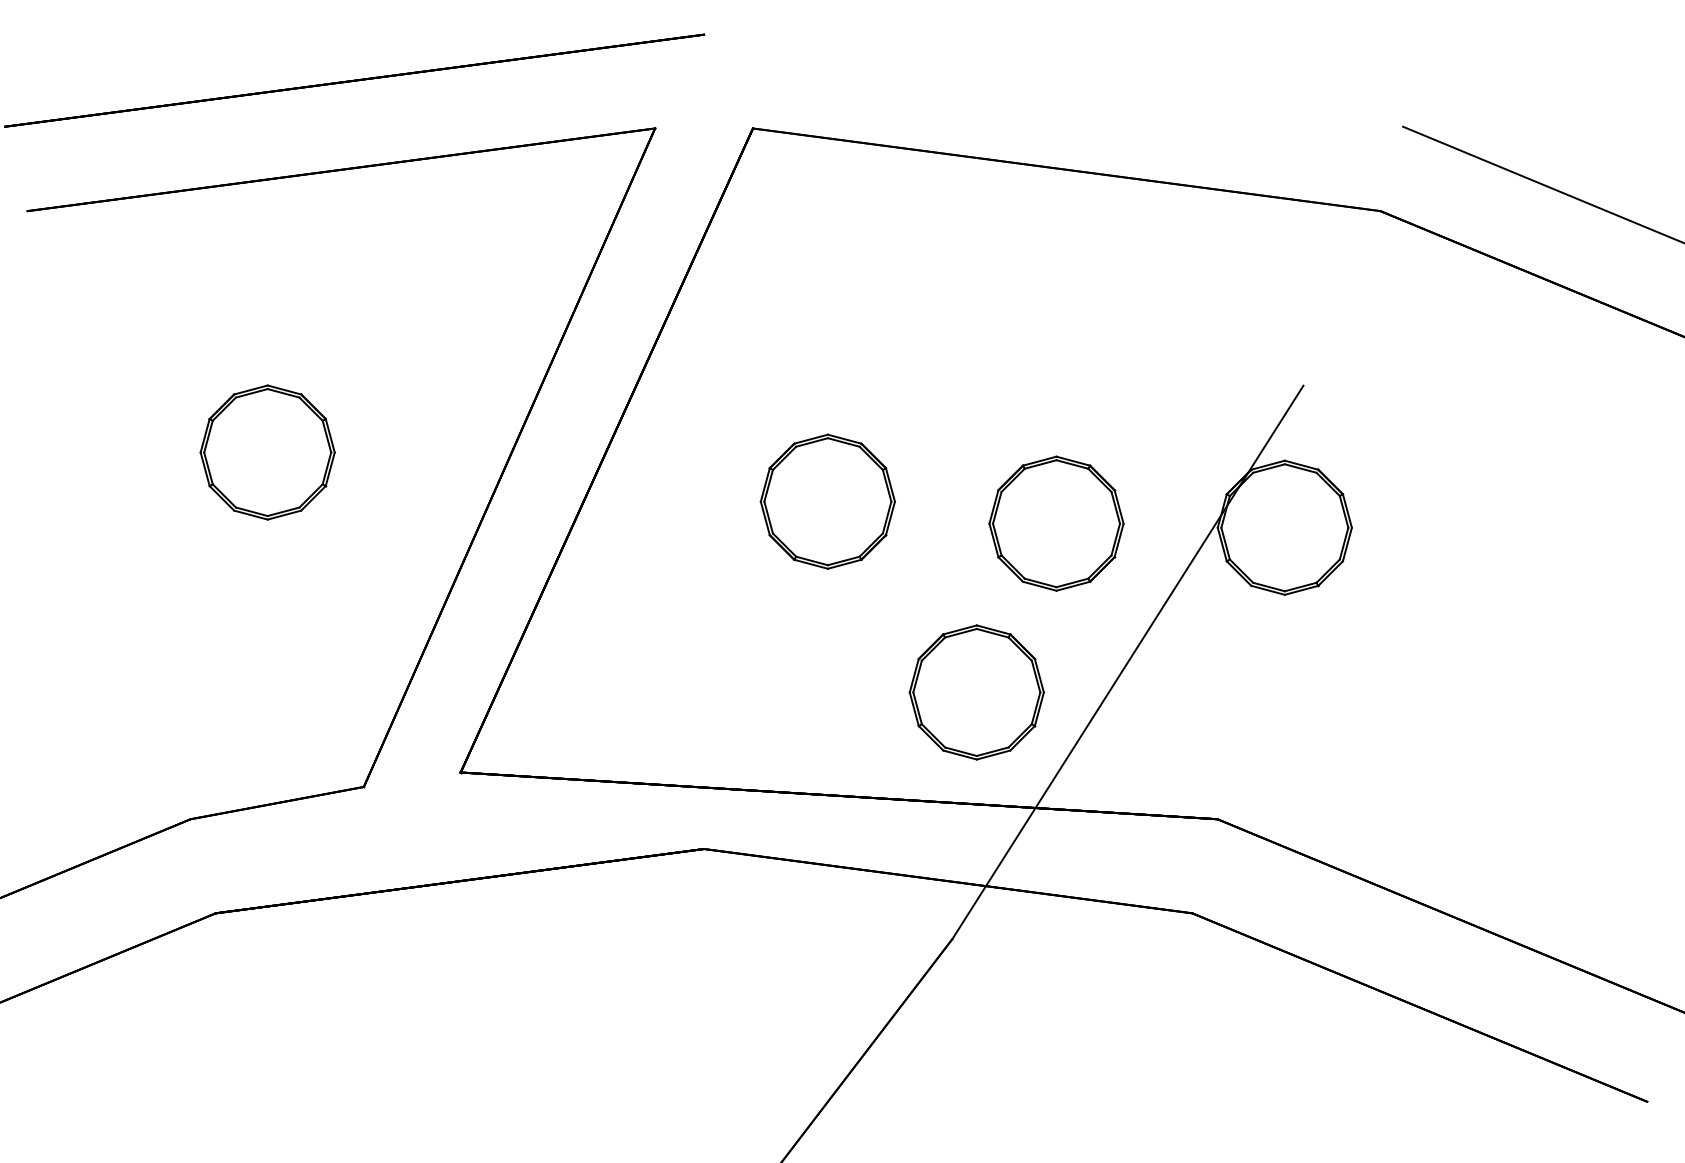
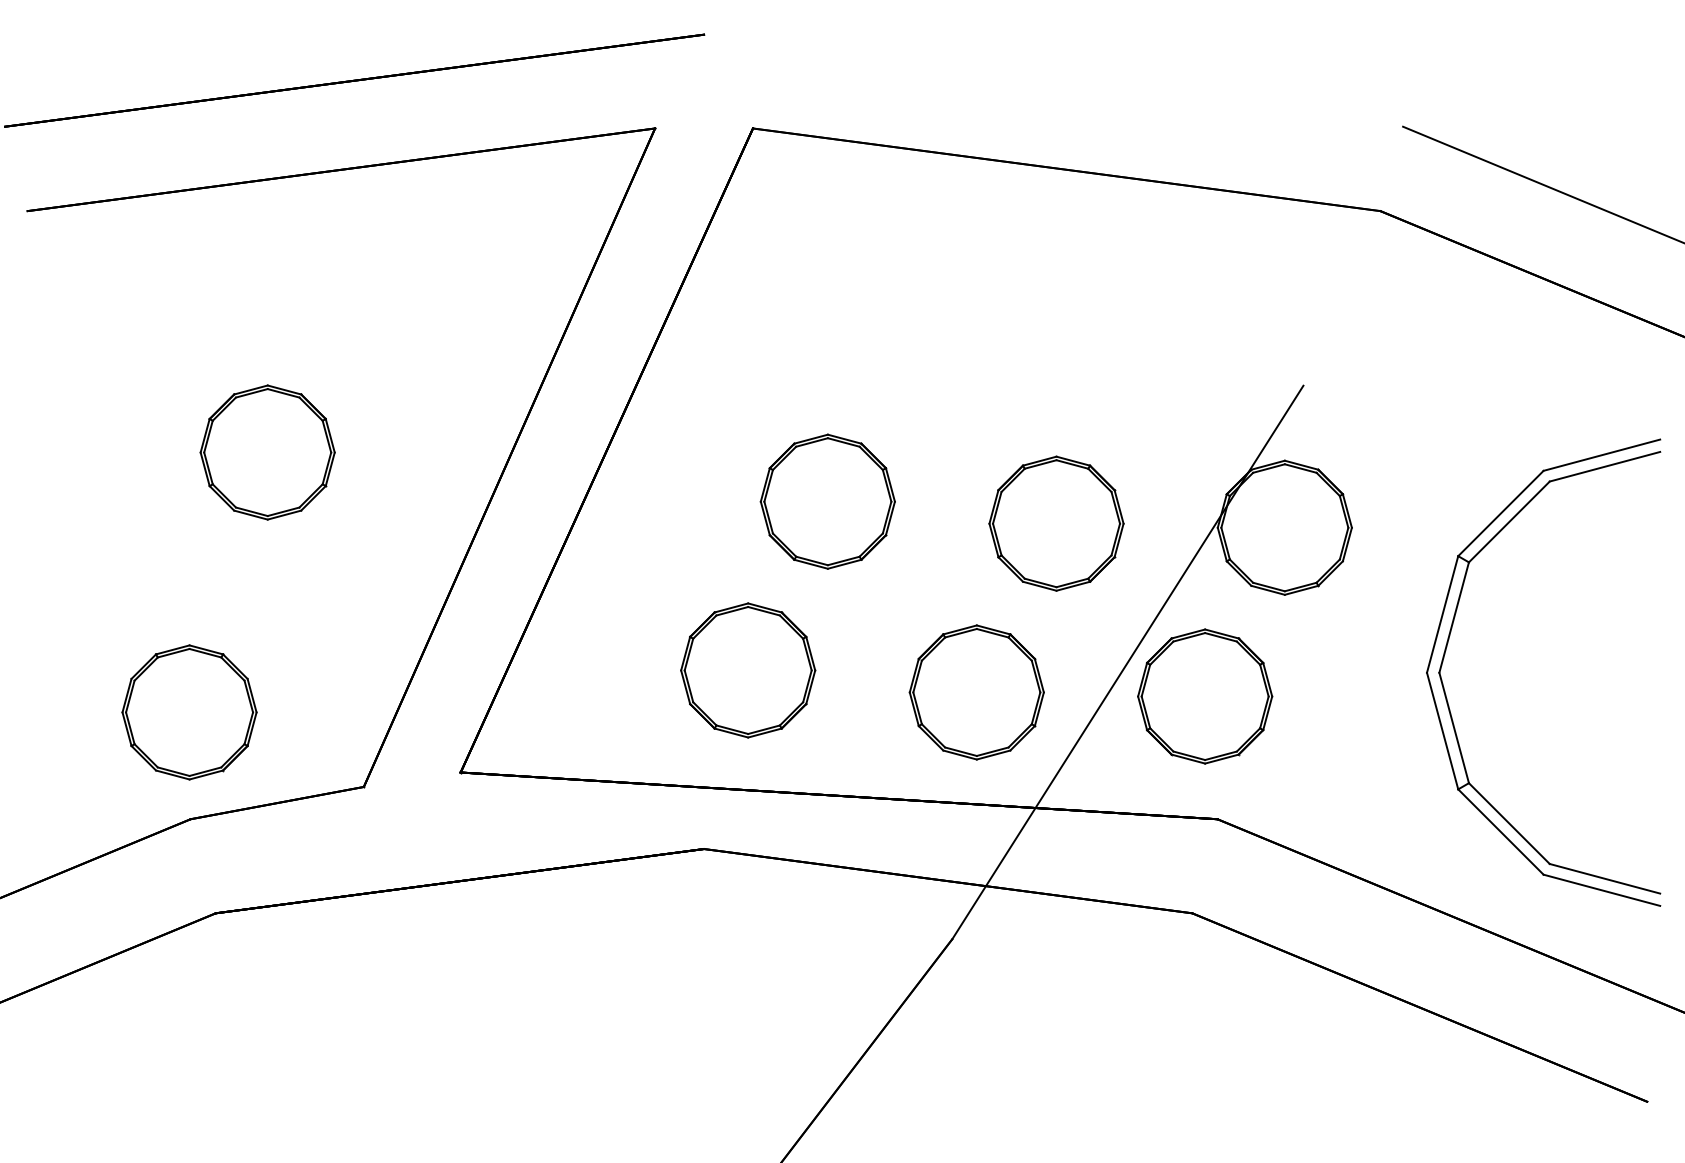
part at (1447, 647): none -> present
part at (748, 670): none -> present
part at (1205, 696): none -> present
part at (189, 712): none -> present
